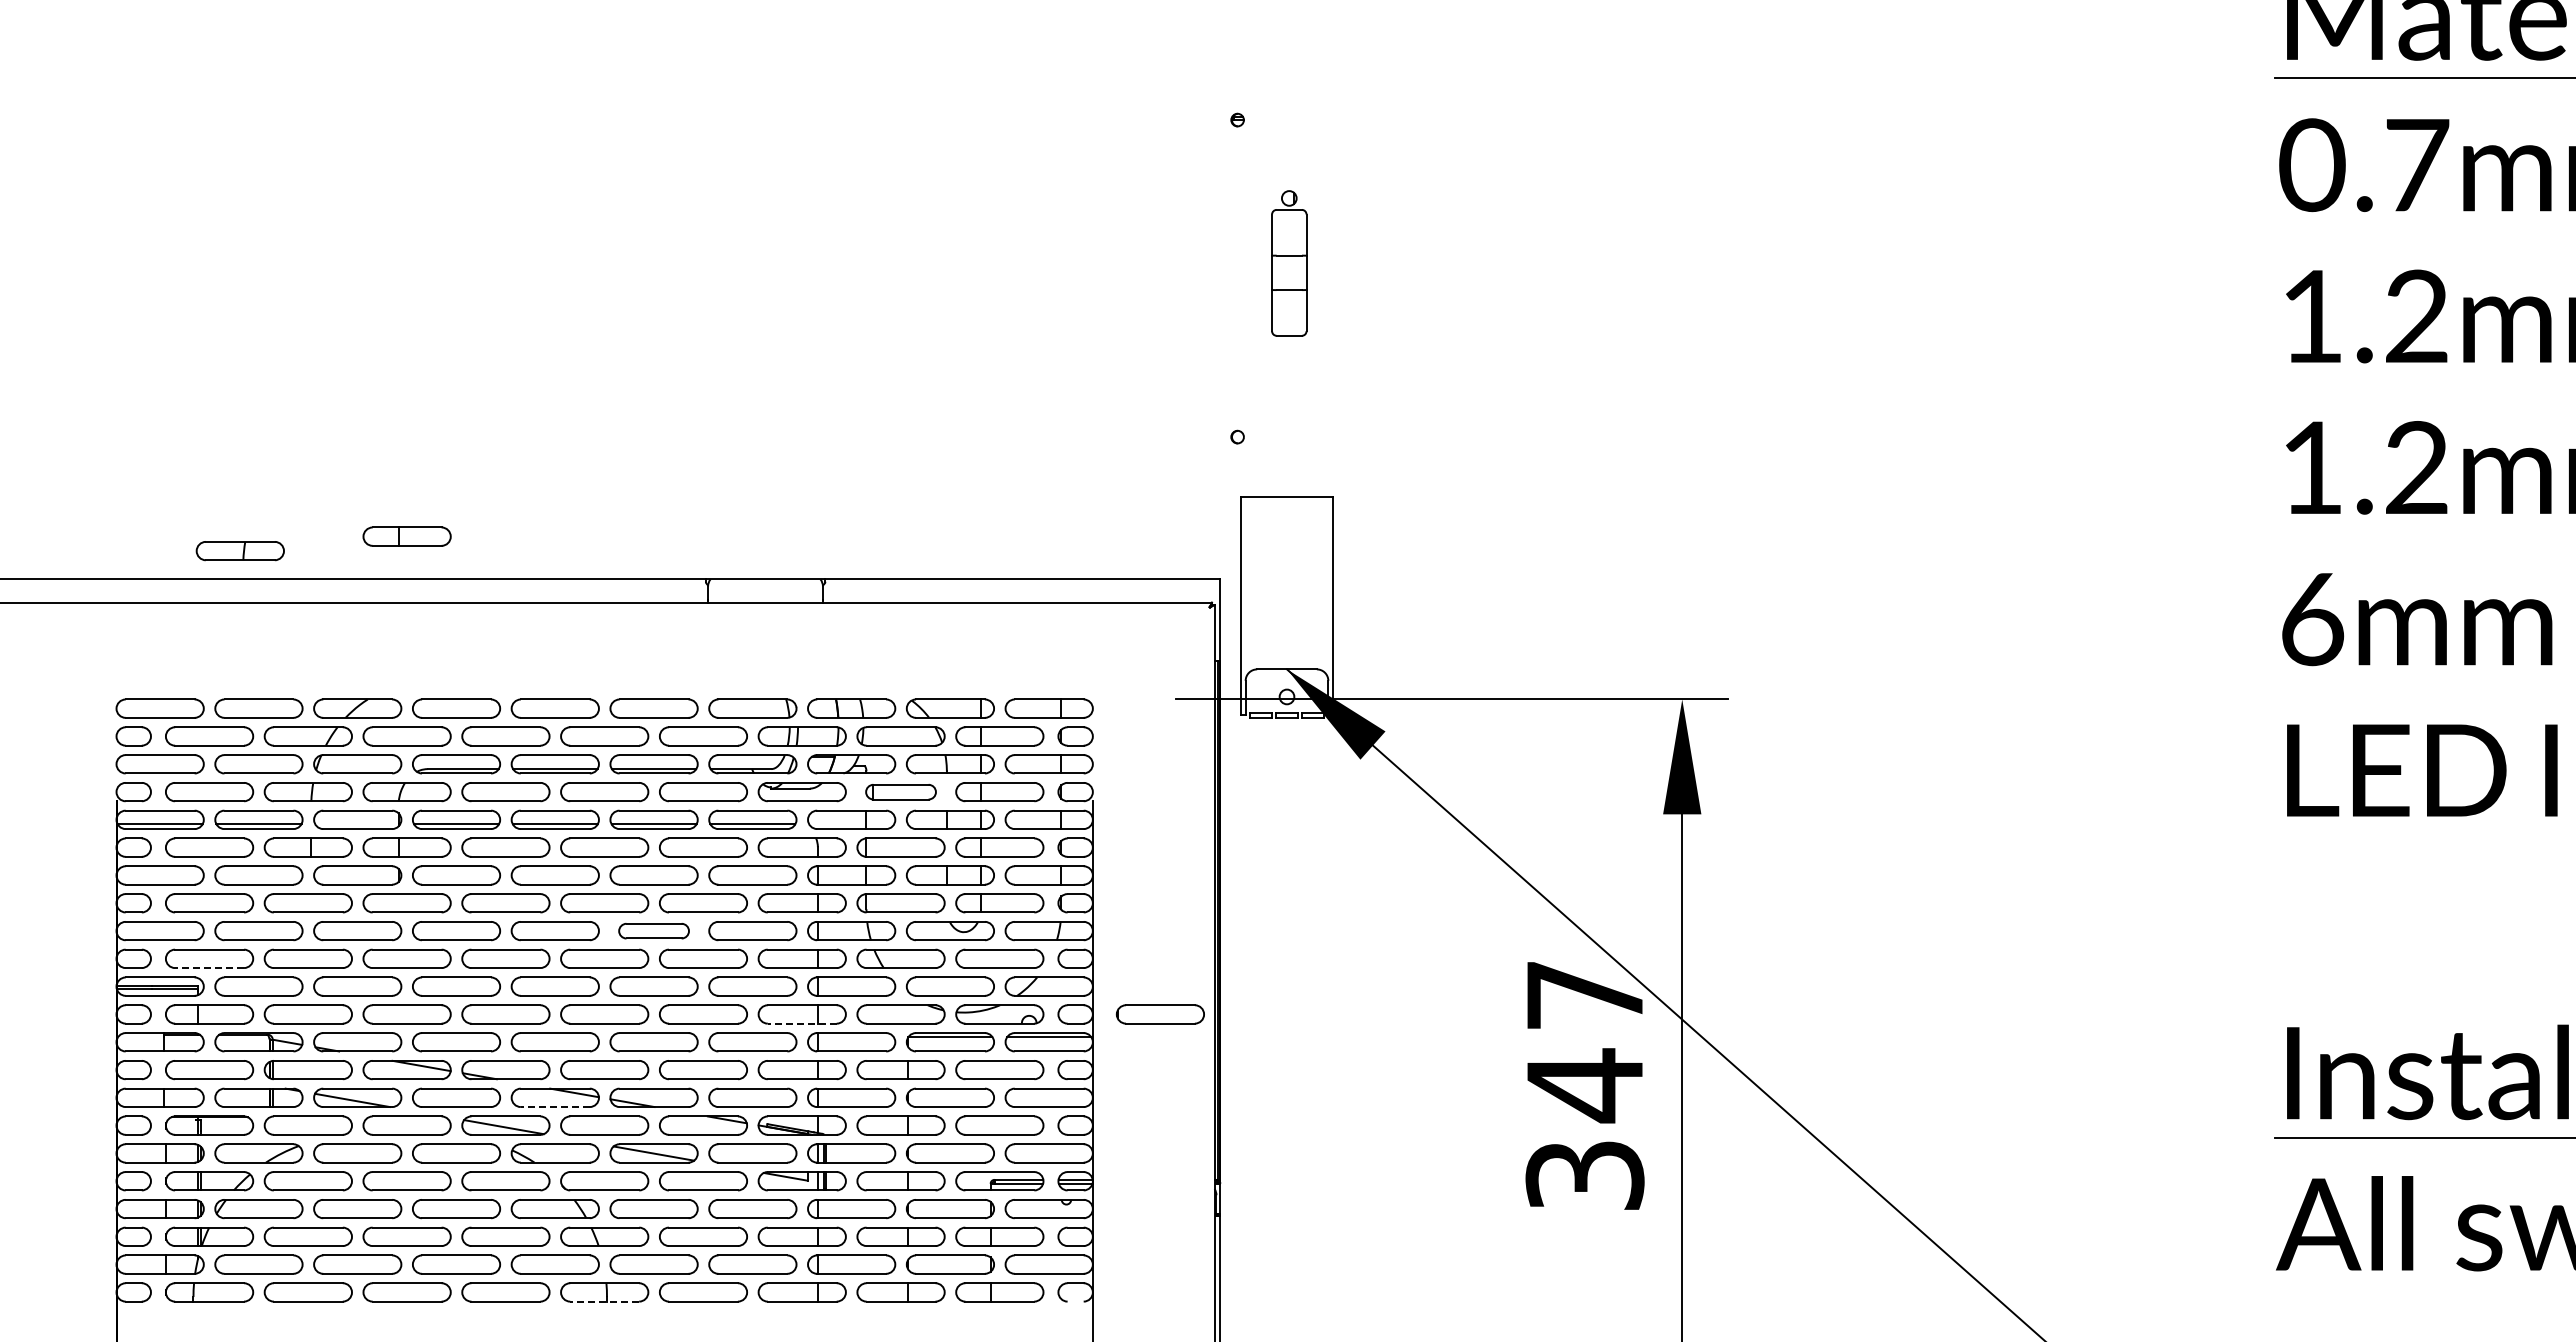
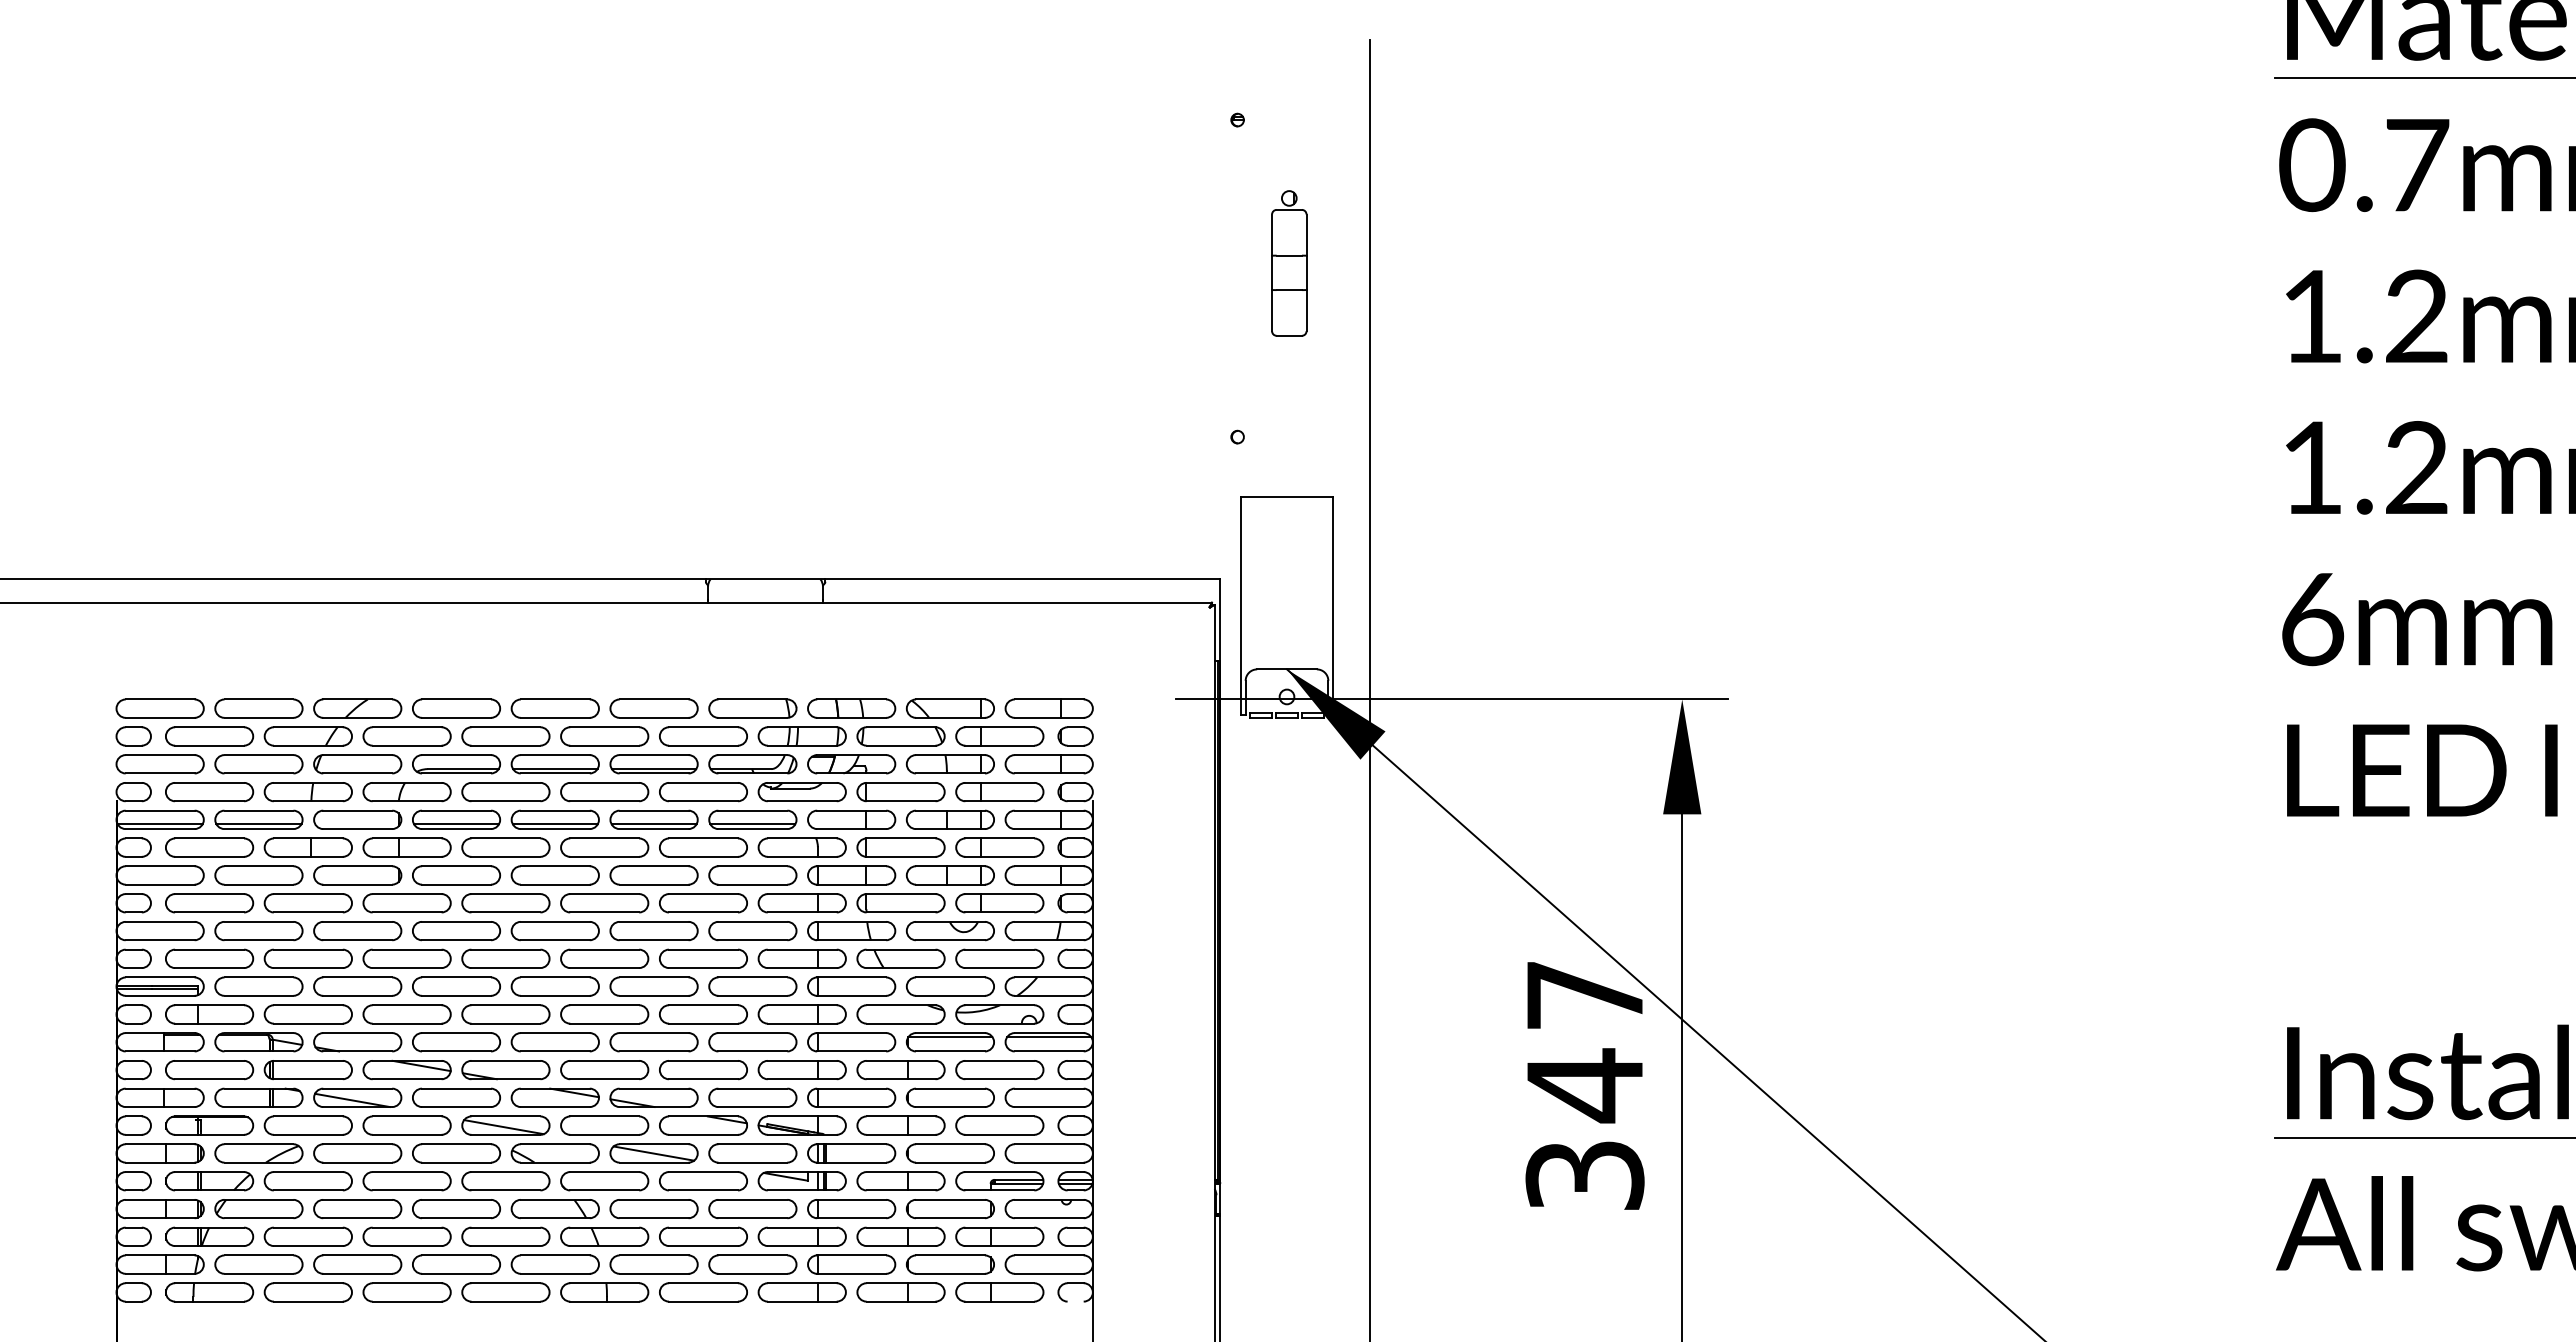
part at (406, 536): present -> none
part at (239, 551): present -> none
line at (1369, 689): none -> present
part at (900, 792) size: 72x17 px -> 90x21 px
part at (653, 931) size: 72x17 px -> 90x21 px
line at (209, 968): dashed -> solid
part at (1159, 1014): present -> none
line at (801, 1023): dashed -> solid
line at (554, 1107): dashed -> solid
line at (604, 1301): dashed -> solid
